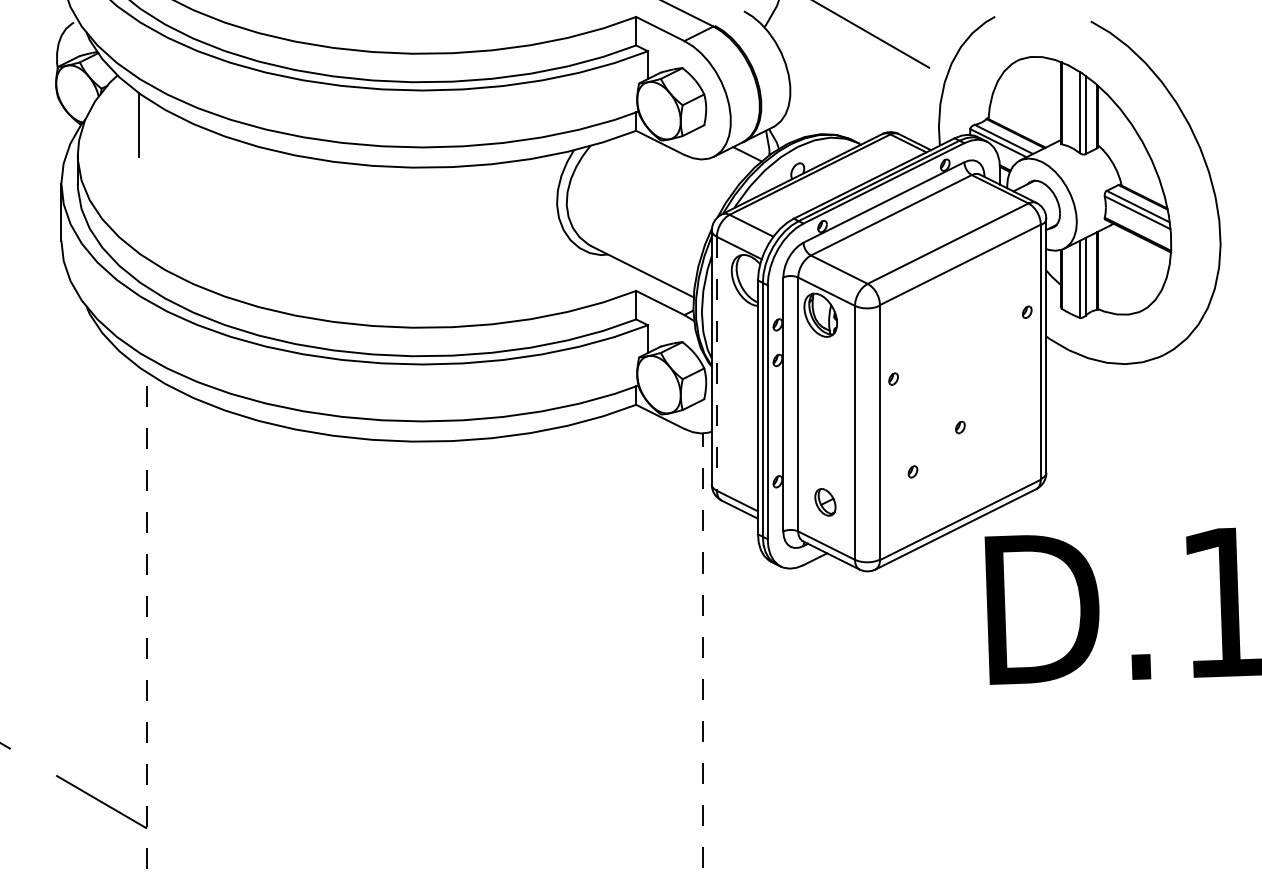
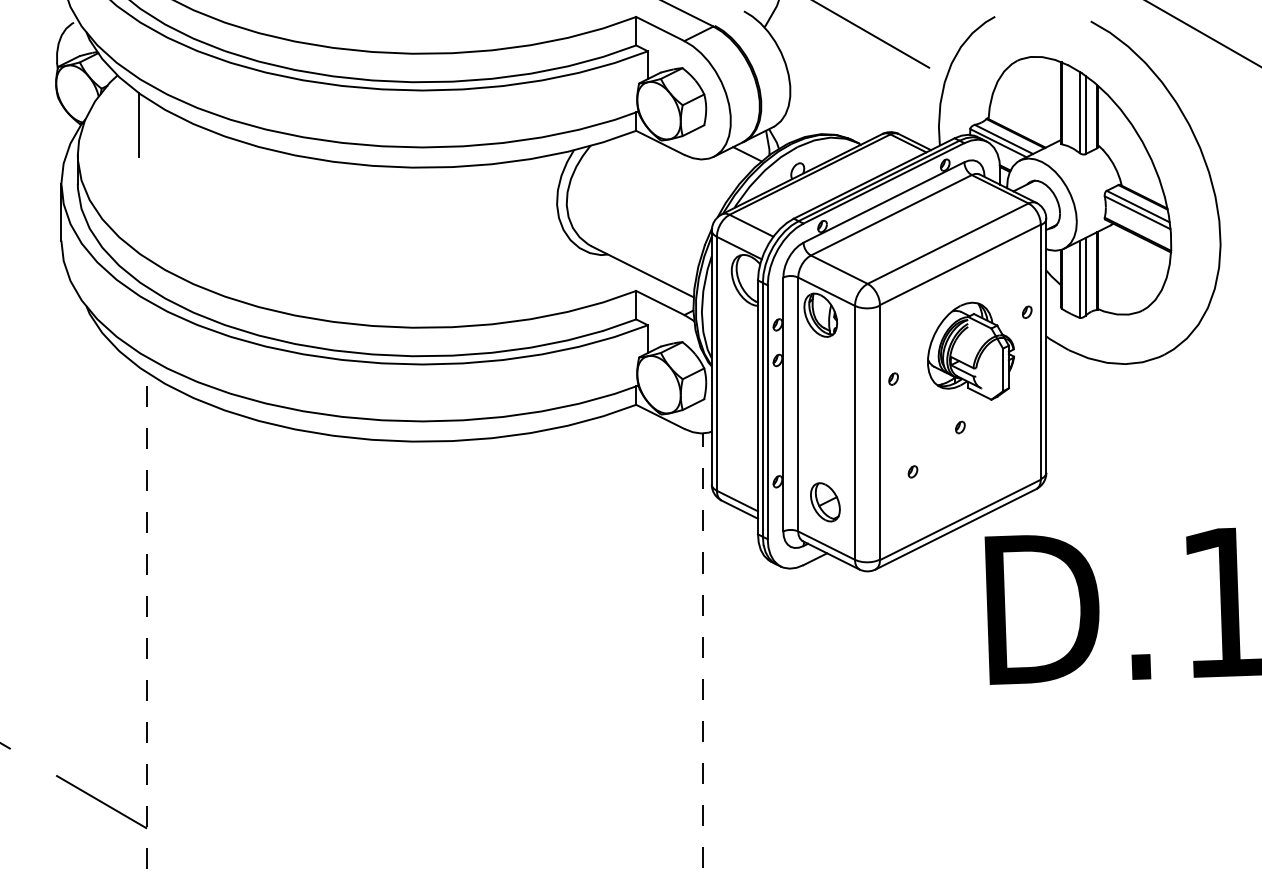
line at (1203, 33): none -> present
part at (970, 350): none -> present
line at (716, 363): dashed -> solid
part at (825, 502) size: 23x29 px -> 31x41 px
